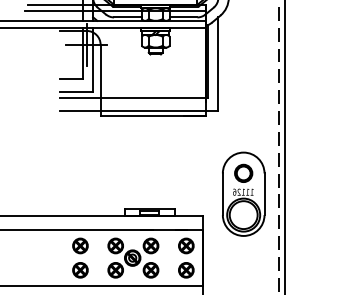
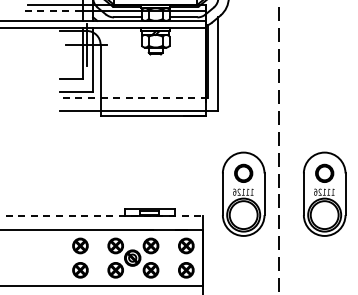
line at (54, 10): solid -> dashed
line at (134, 97): solid -> dashed
line at (285, 146): present -> none
part at (324, 193): none -> present
line at (102, 216): solid -> dashed
